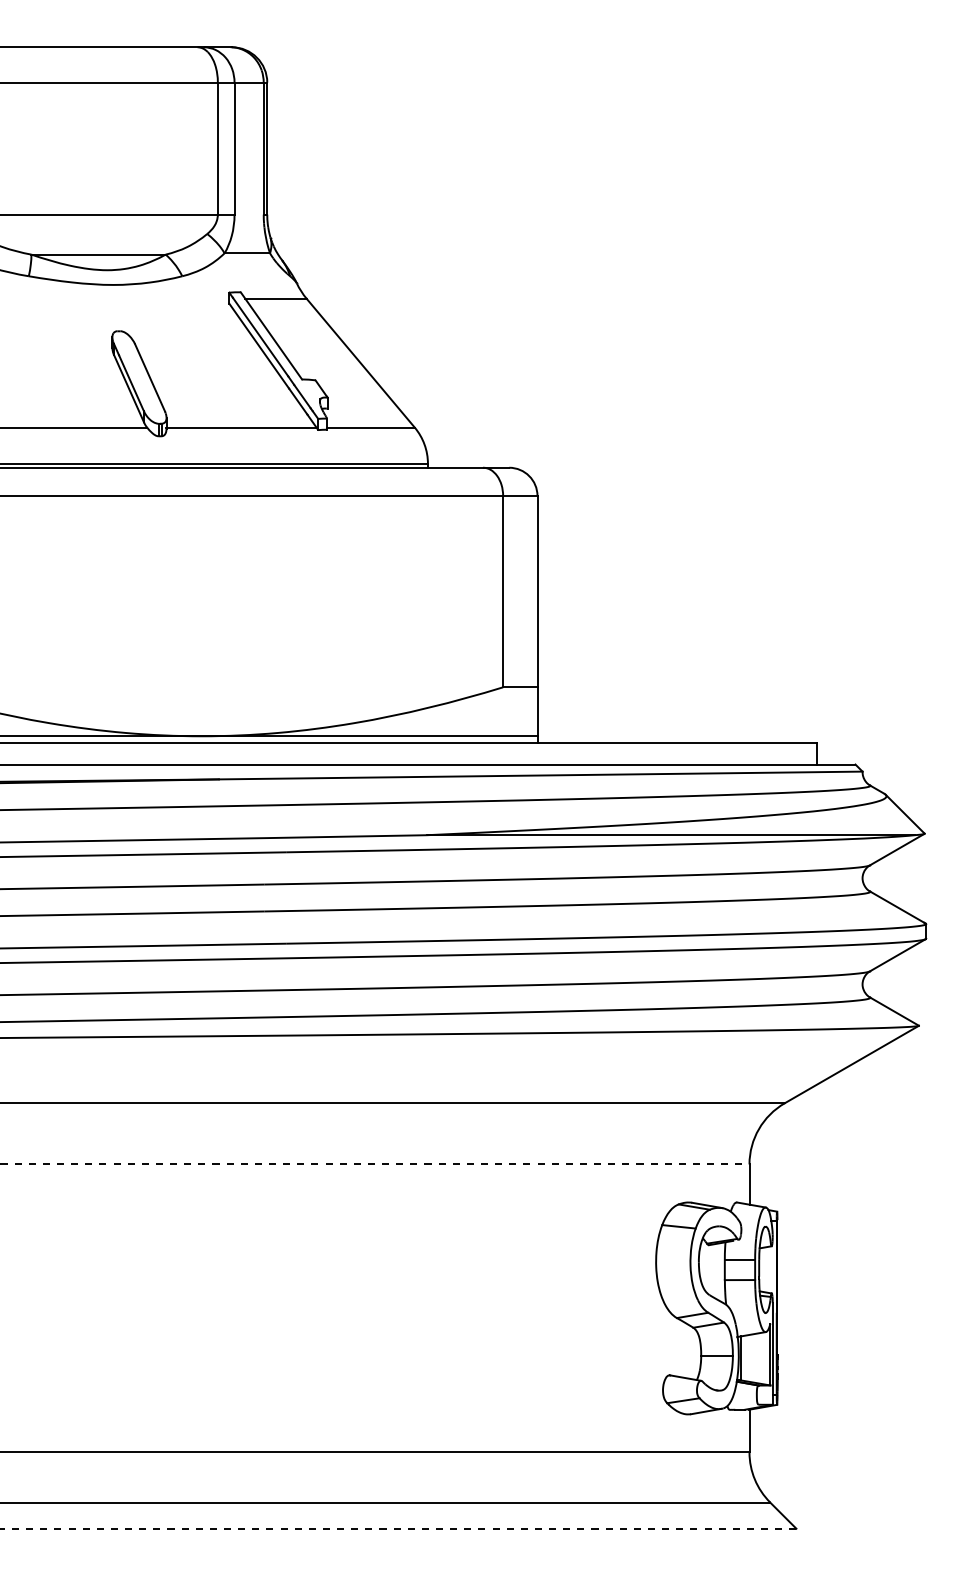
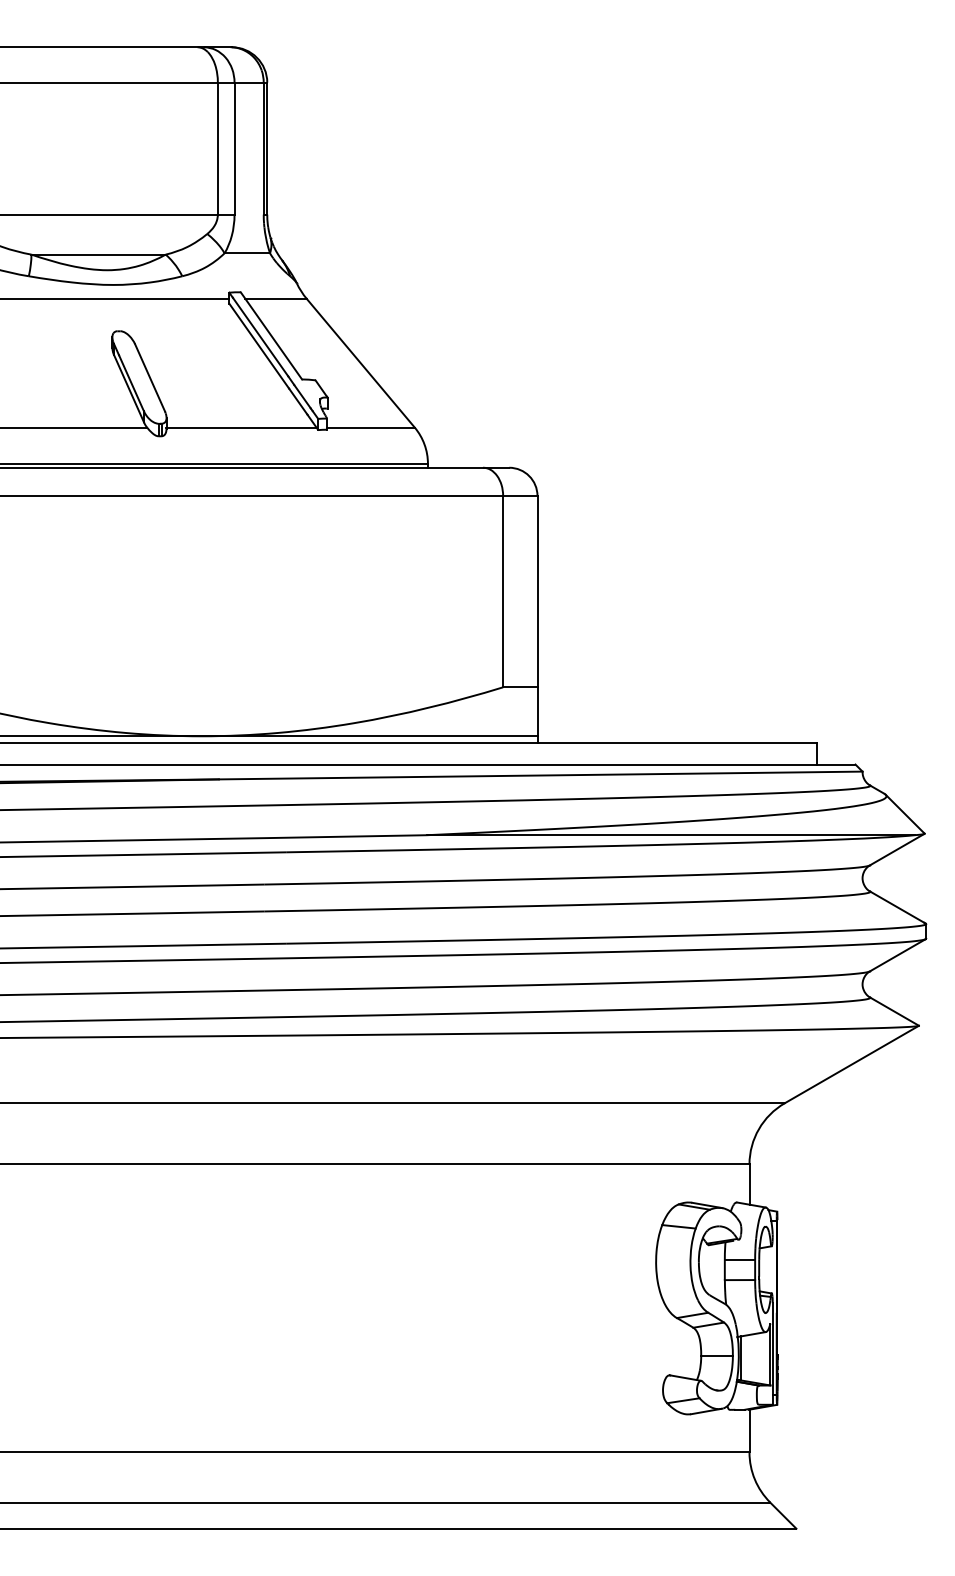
line at (115, 298): none -> present
line at (375, 1164): dashed -> solid
line at (398, 1528): dashed -> solid
